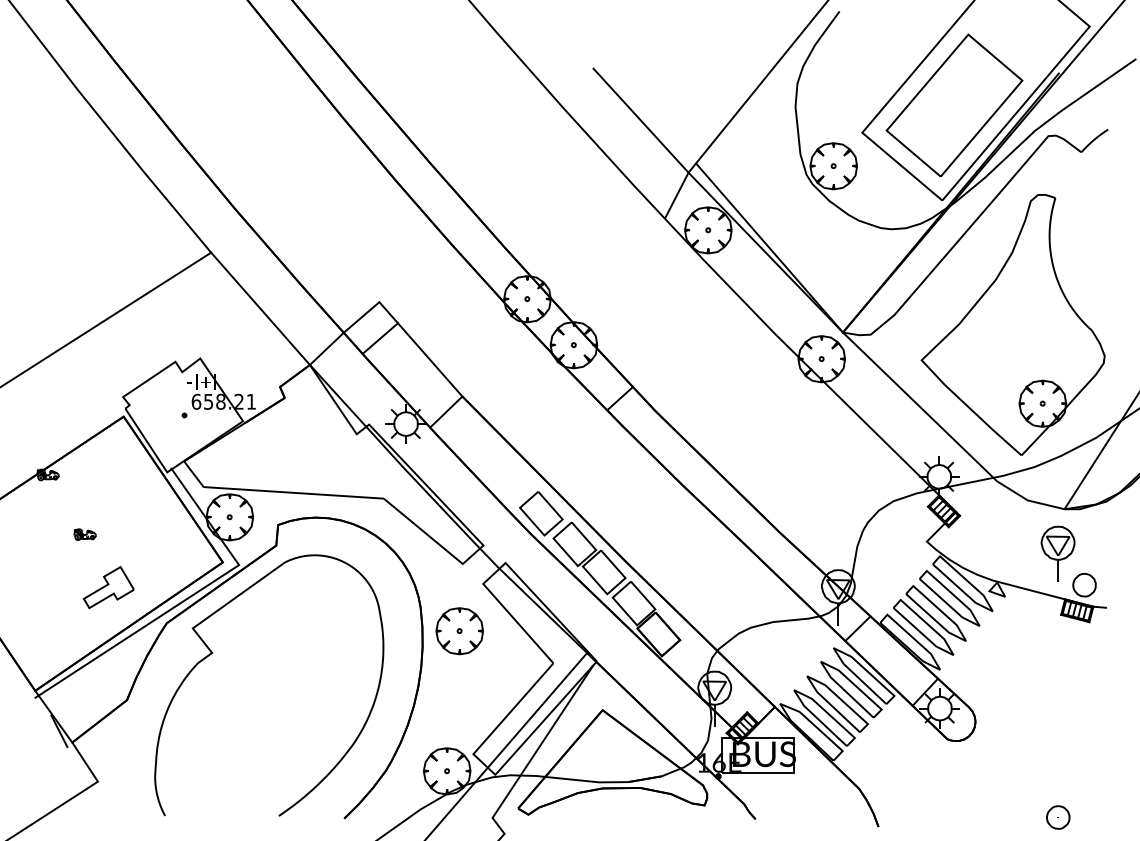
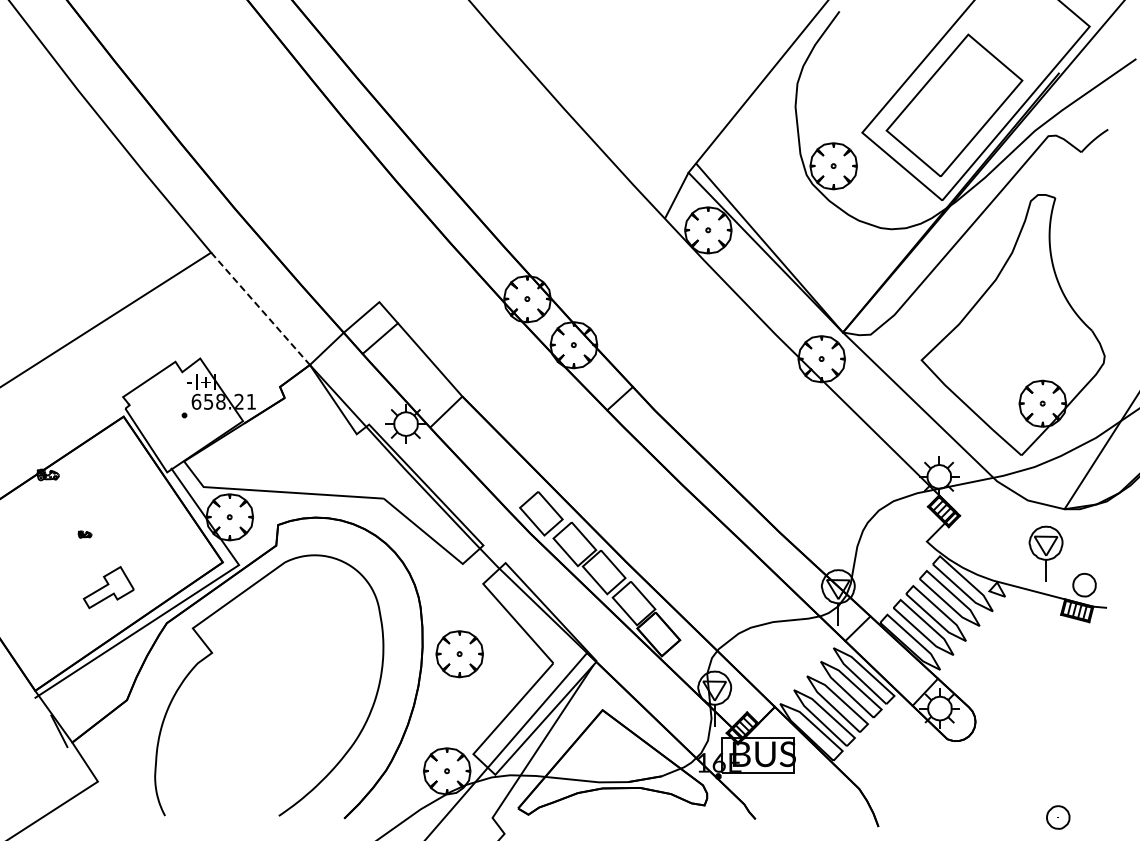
line at (640, 120): present -> none
line at (260, 308): solid -> dashed
part at (84, 534) size: 24x13 px -> 16x9 px
part at (1057, 553) position: (1057, 553) -> (1045, 553)
part at (459, 631) position: (459, 631) -> (459, 654)
